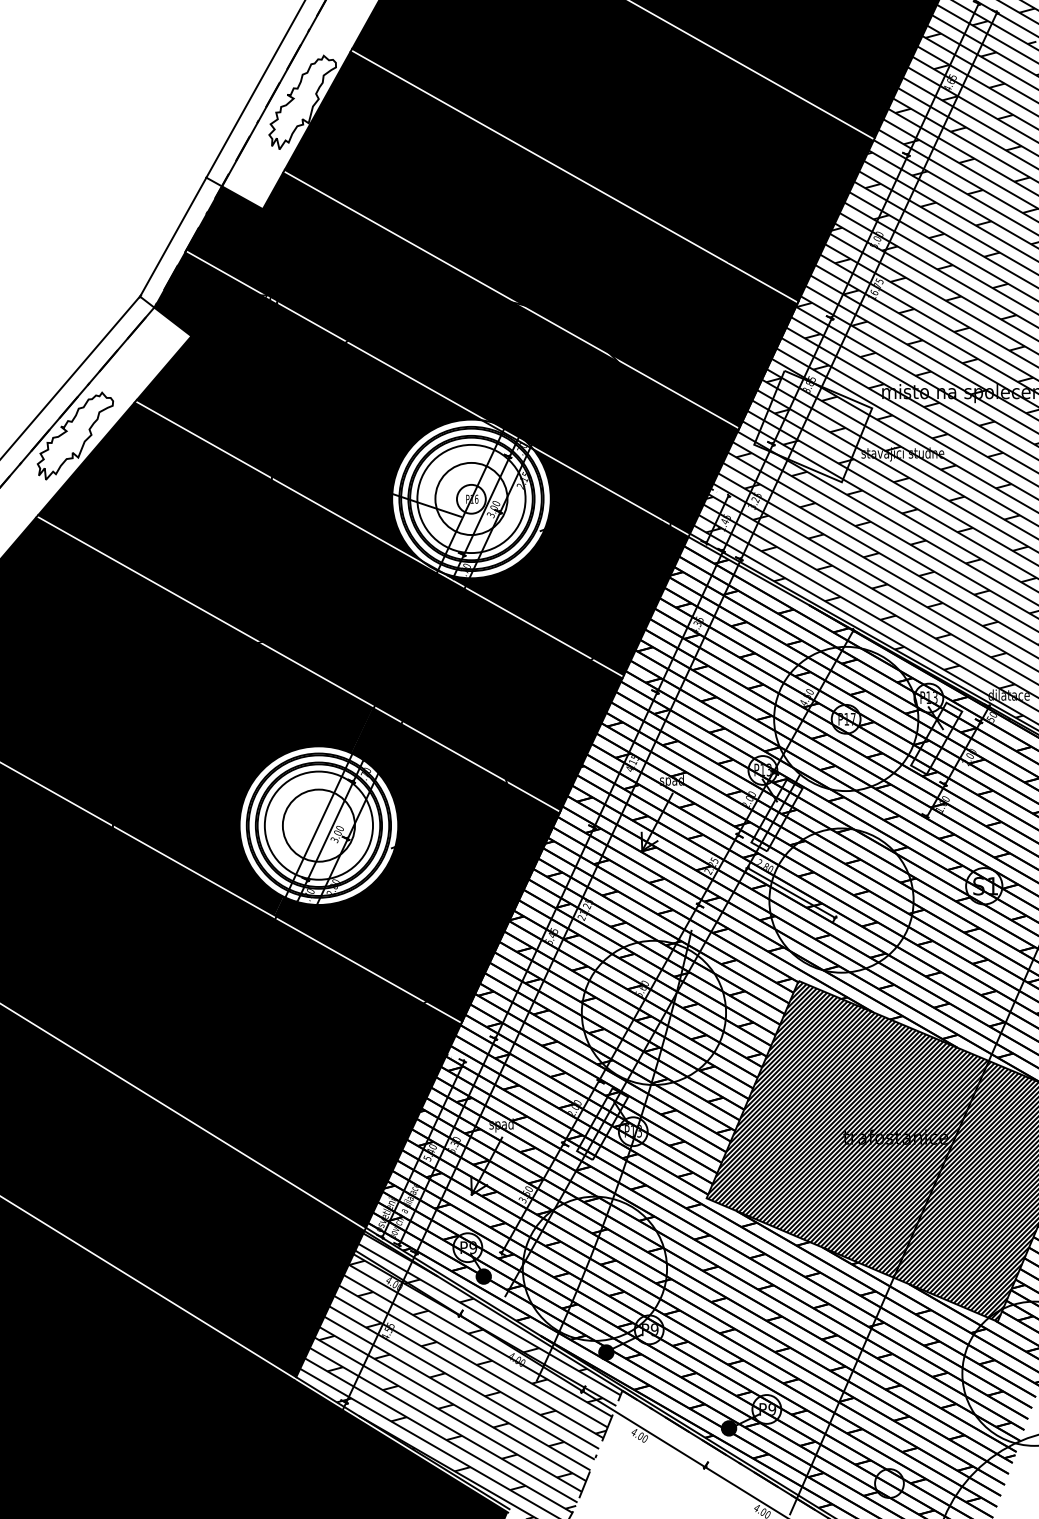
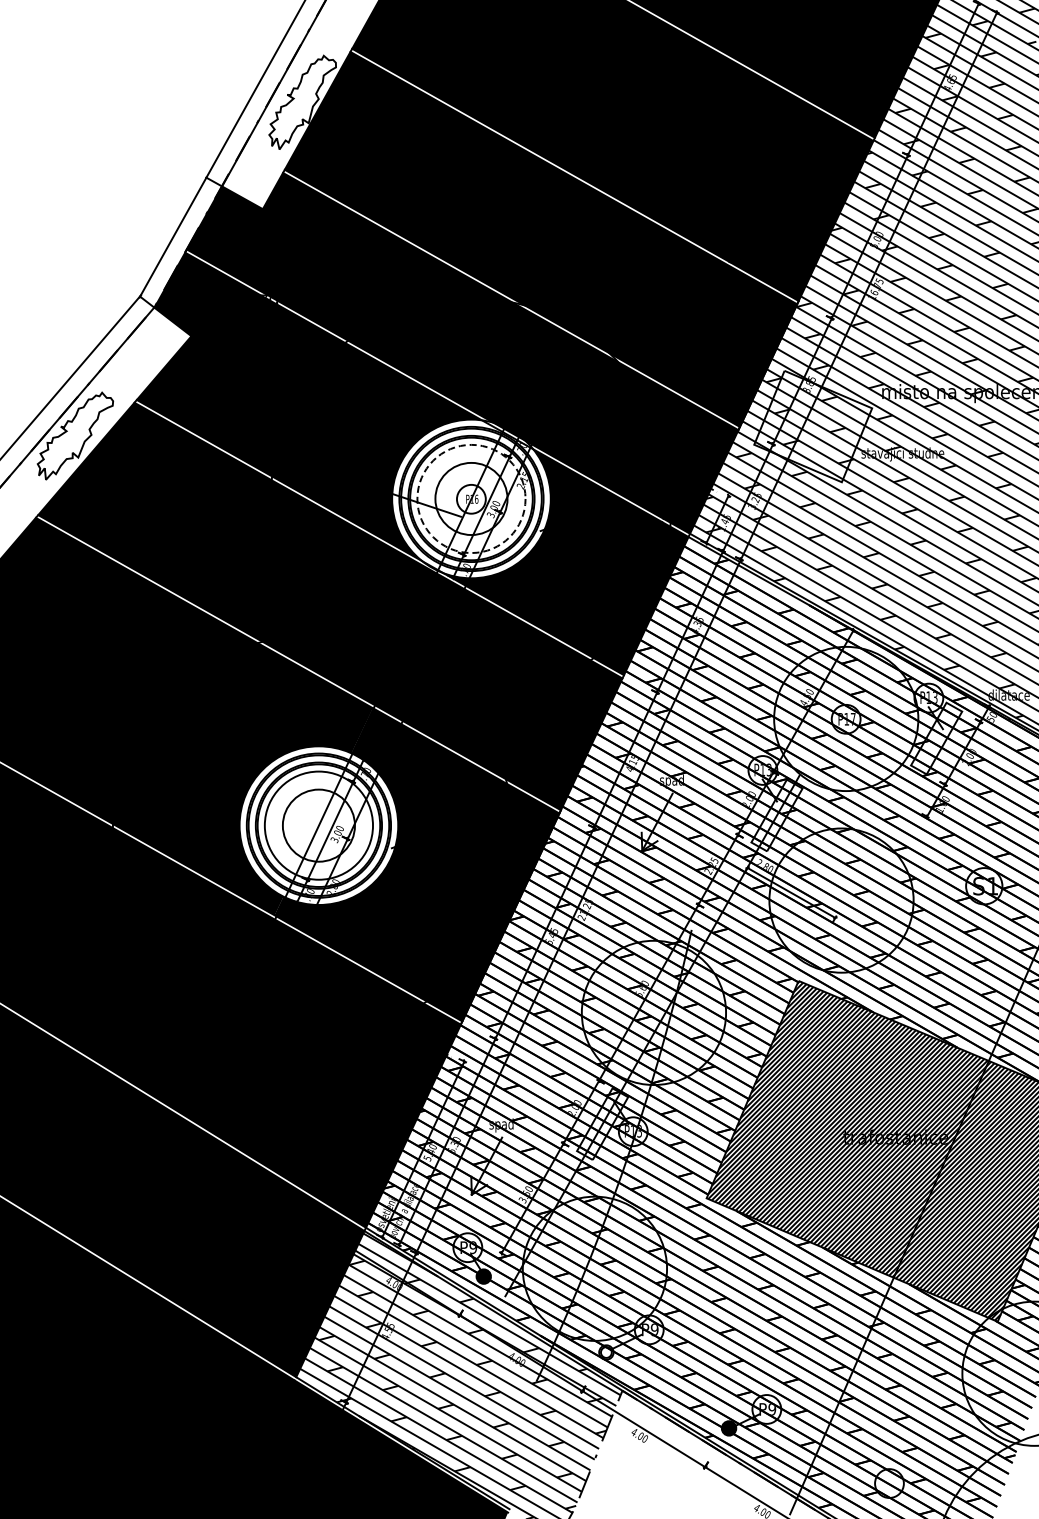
circle at (471, 498): solid -> dashed
fill at (606, 1352): present -> none
